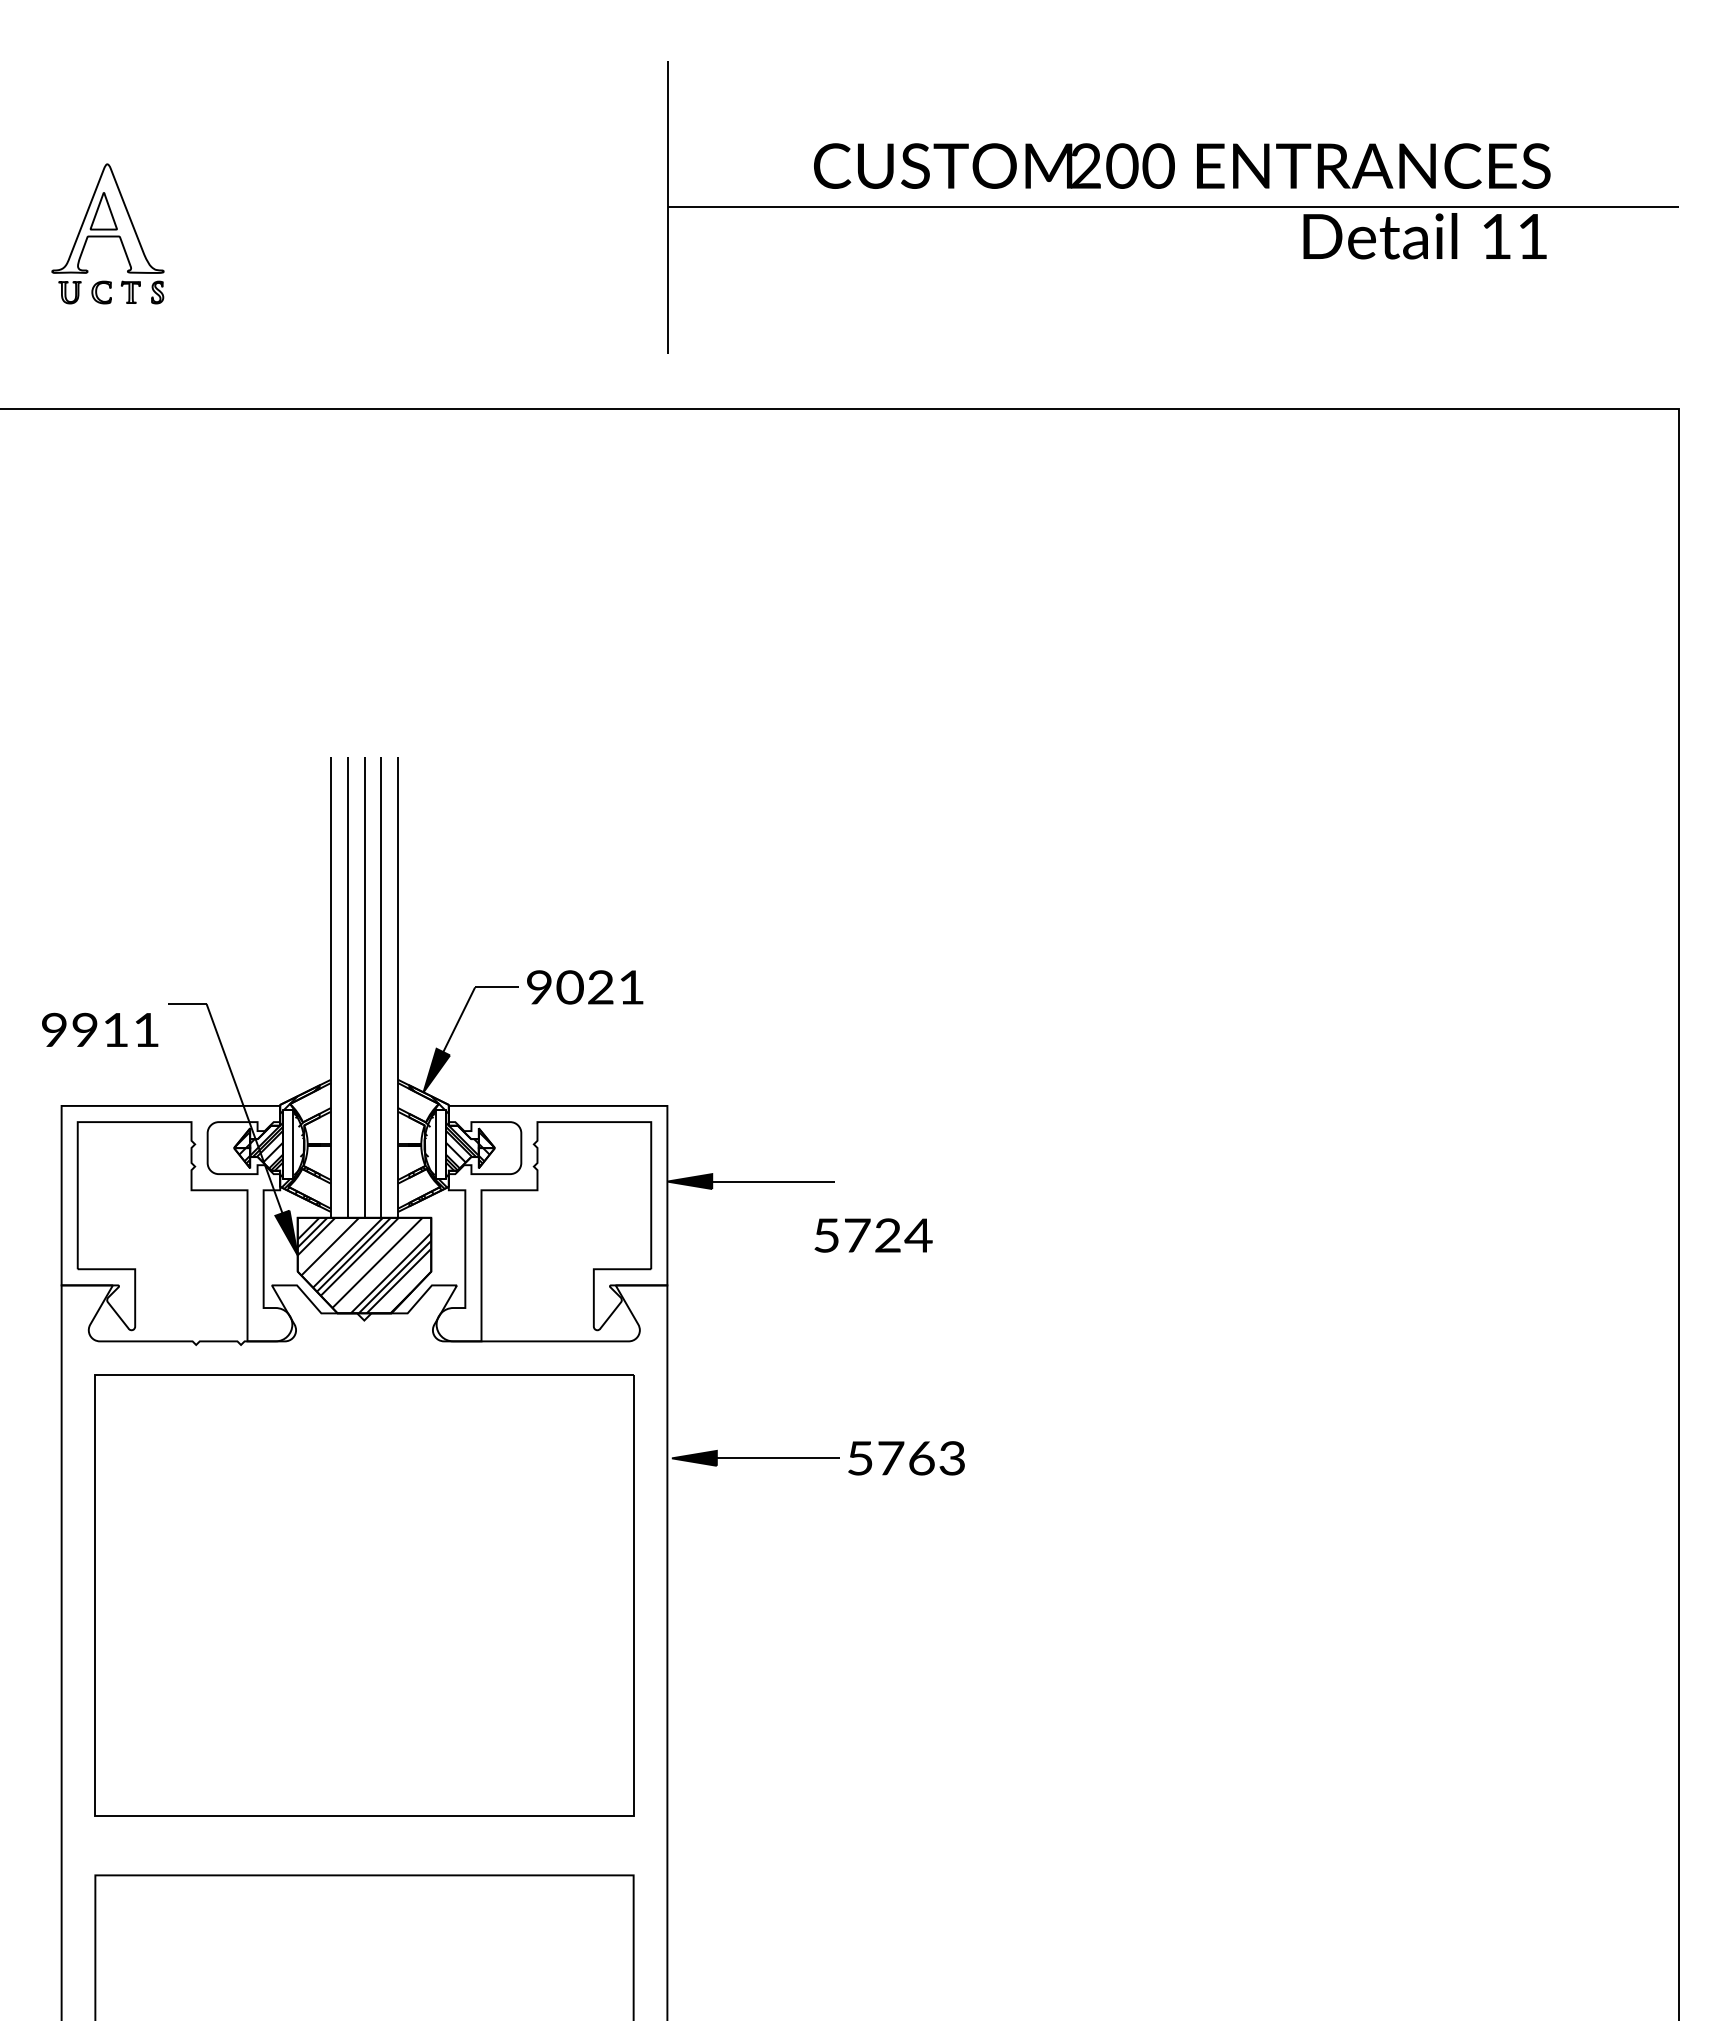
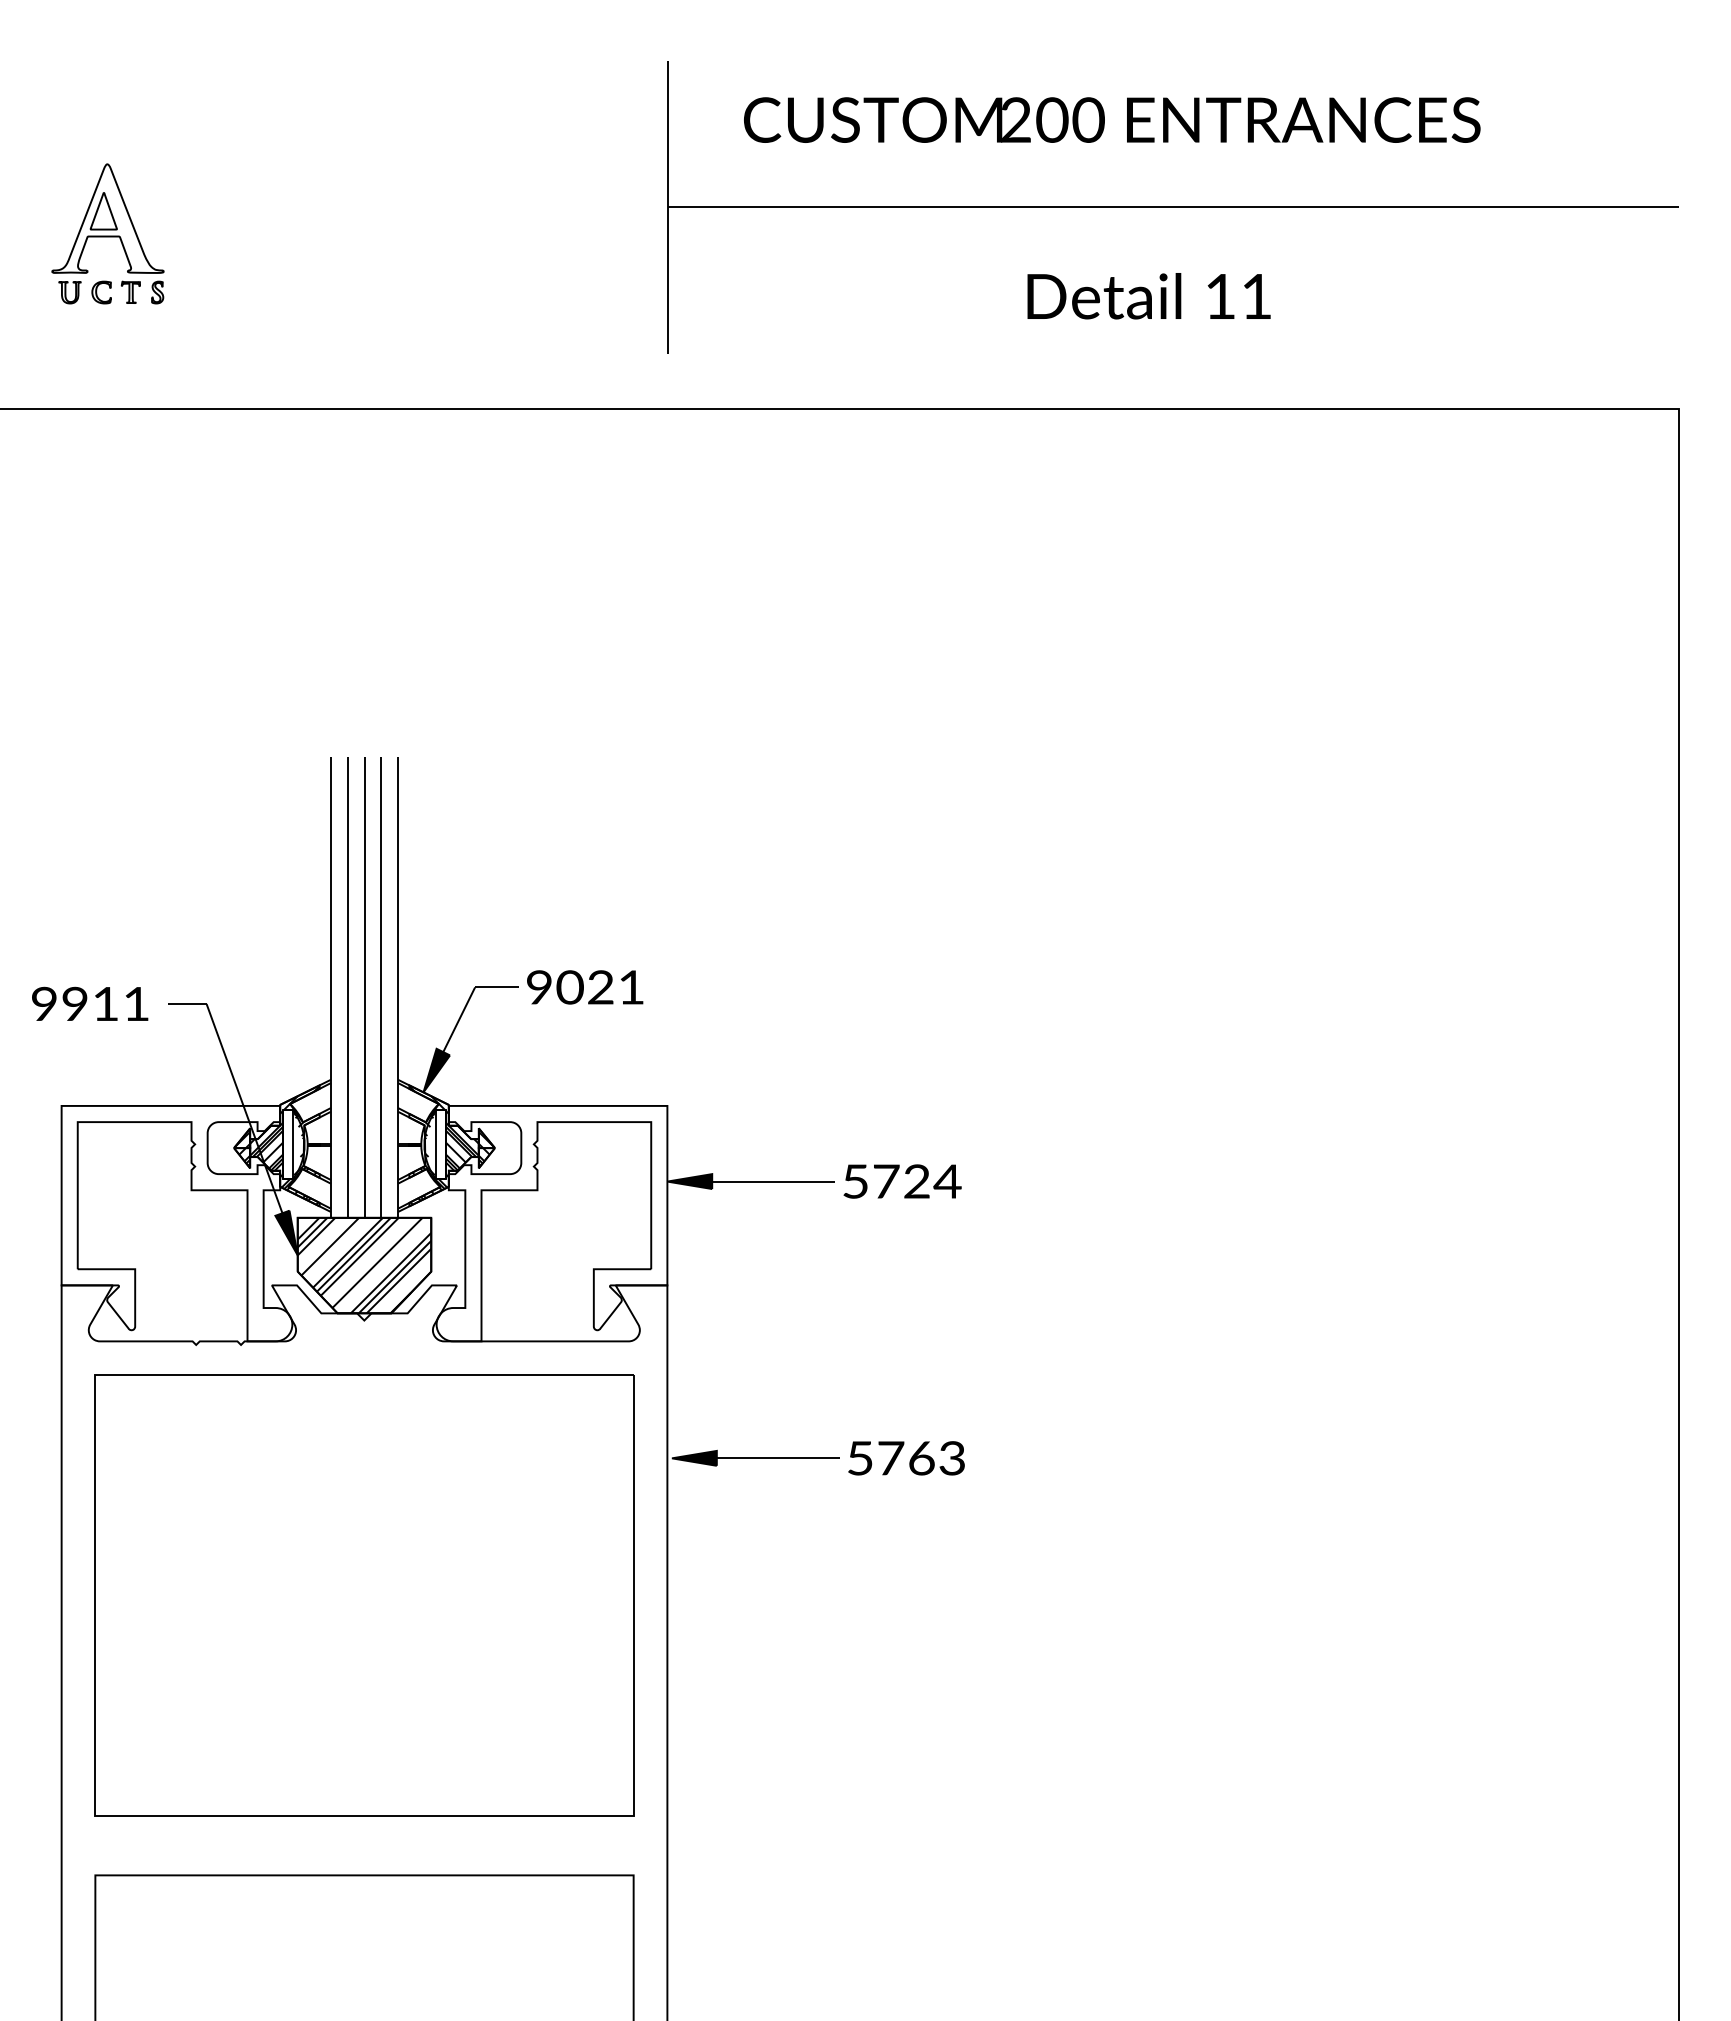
text at (1182, 165) position: (1182, 165) -> (1112, 119)
text at (1424, 236) position: (1424, 236) -> (1148, 296)
text at (100, 1029) position: (100, 1029) -> (90, 1003)
text at (873, 1235) position: (873, 1235) -> (902, 1181)
